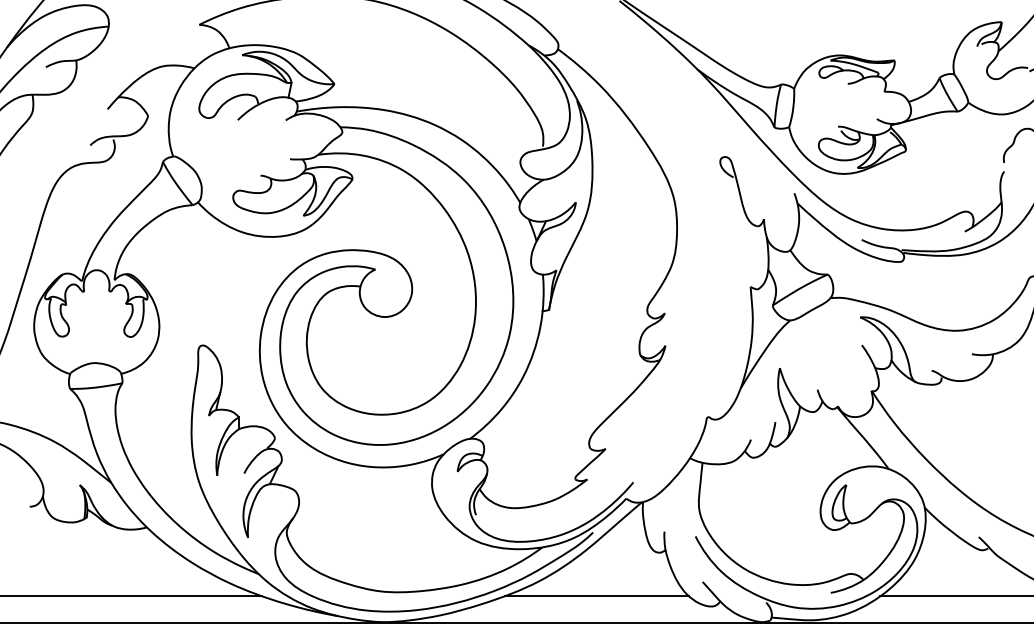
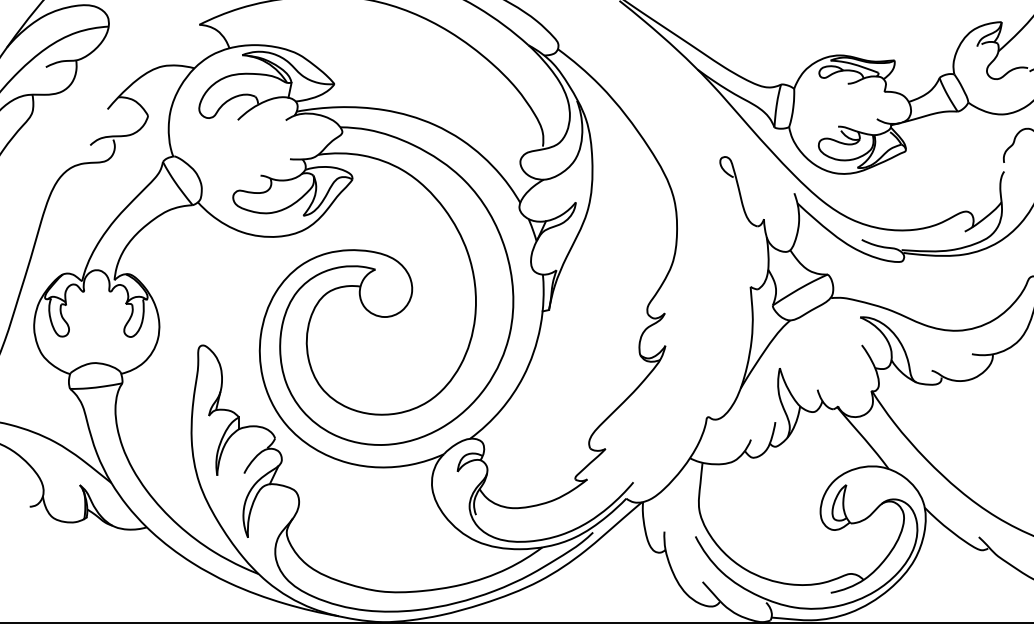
line at (132, 596): present -> none
line at (596, 596): present -> none
line at (955, 596): present -> none
